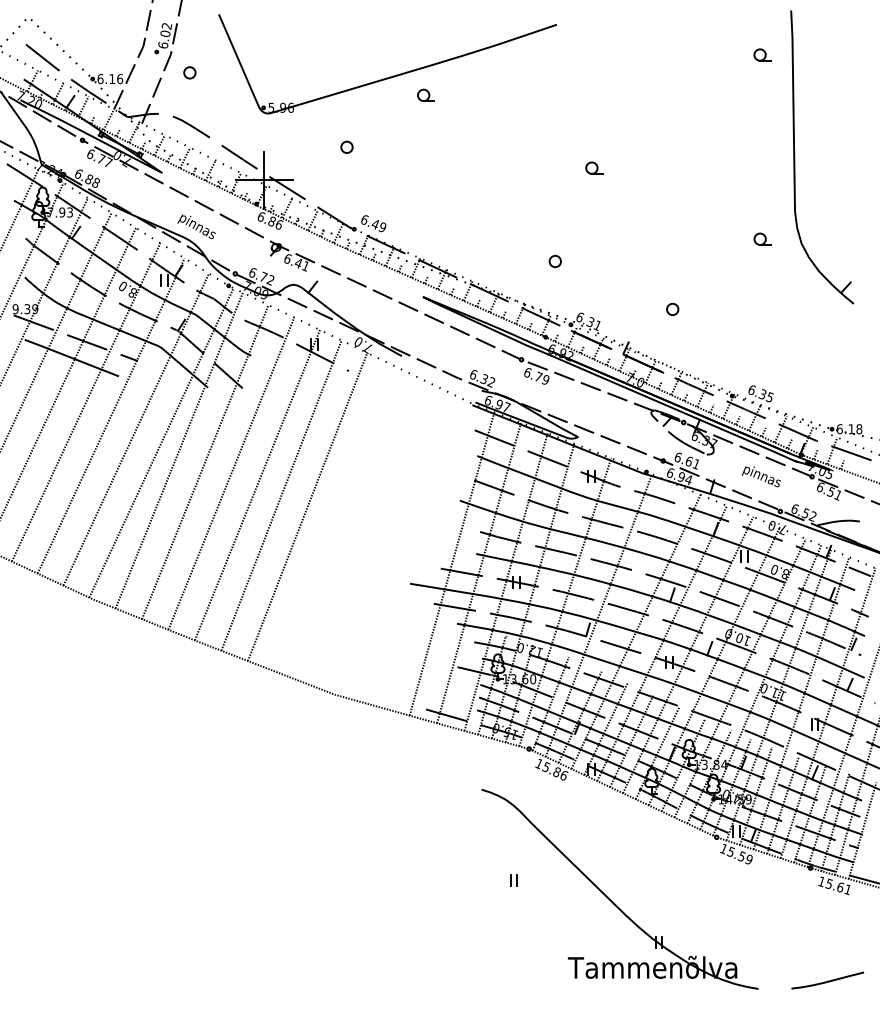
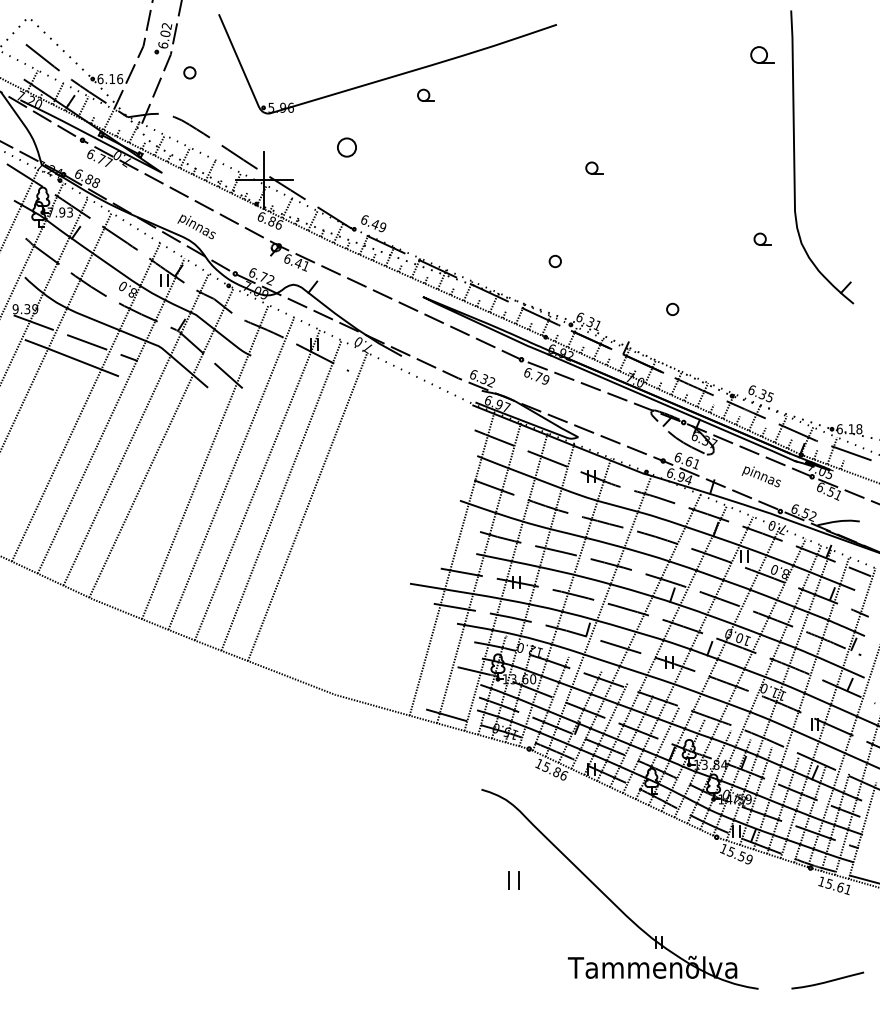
part at (762, 54) size: 19x14 px -> 25x18 px
part at (346, 146) size: 14x14 px -> 20x21 px
line at (68, 371): present -> none
line at (178, 450): present -> none
part at (513, 880) size: 8x13 px -> 12x19 px
